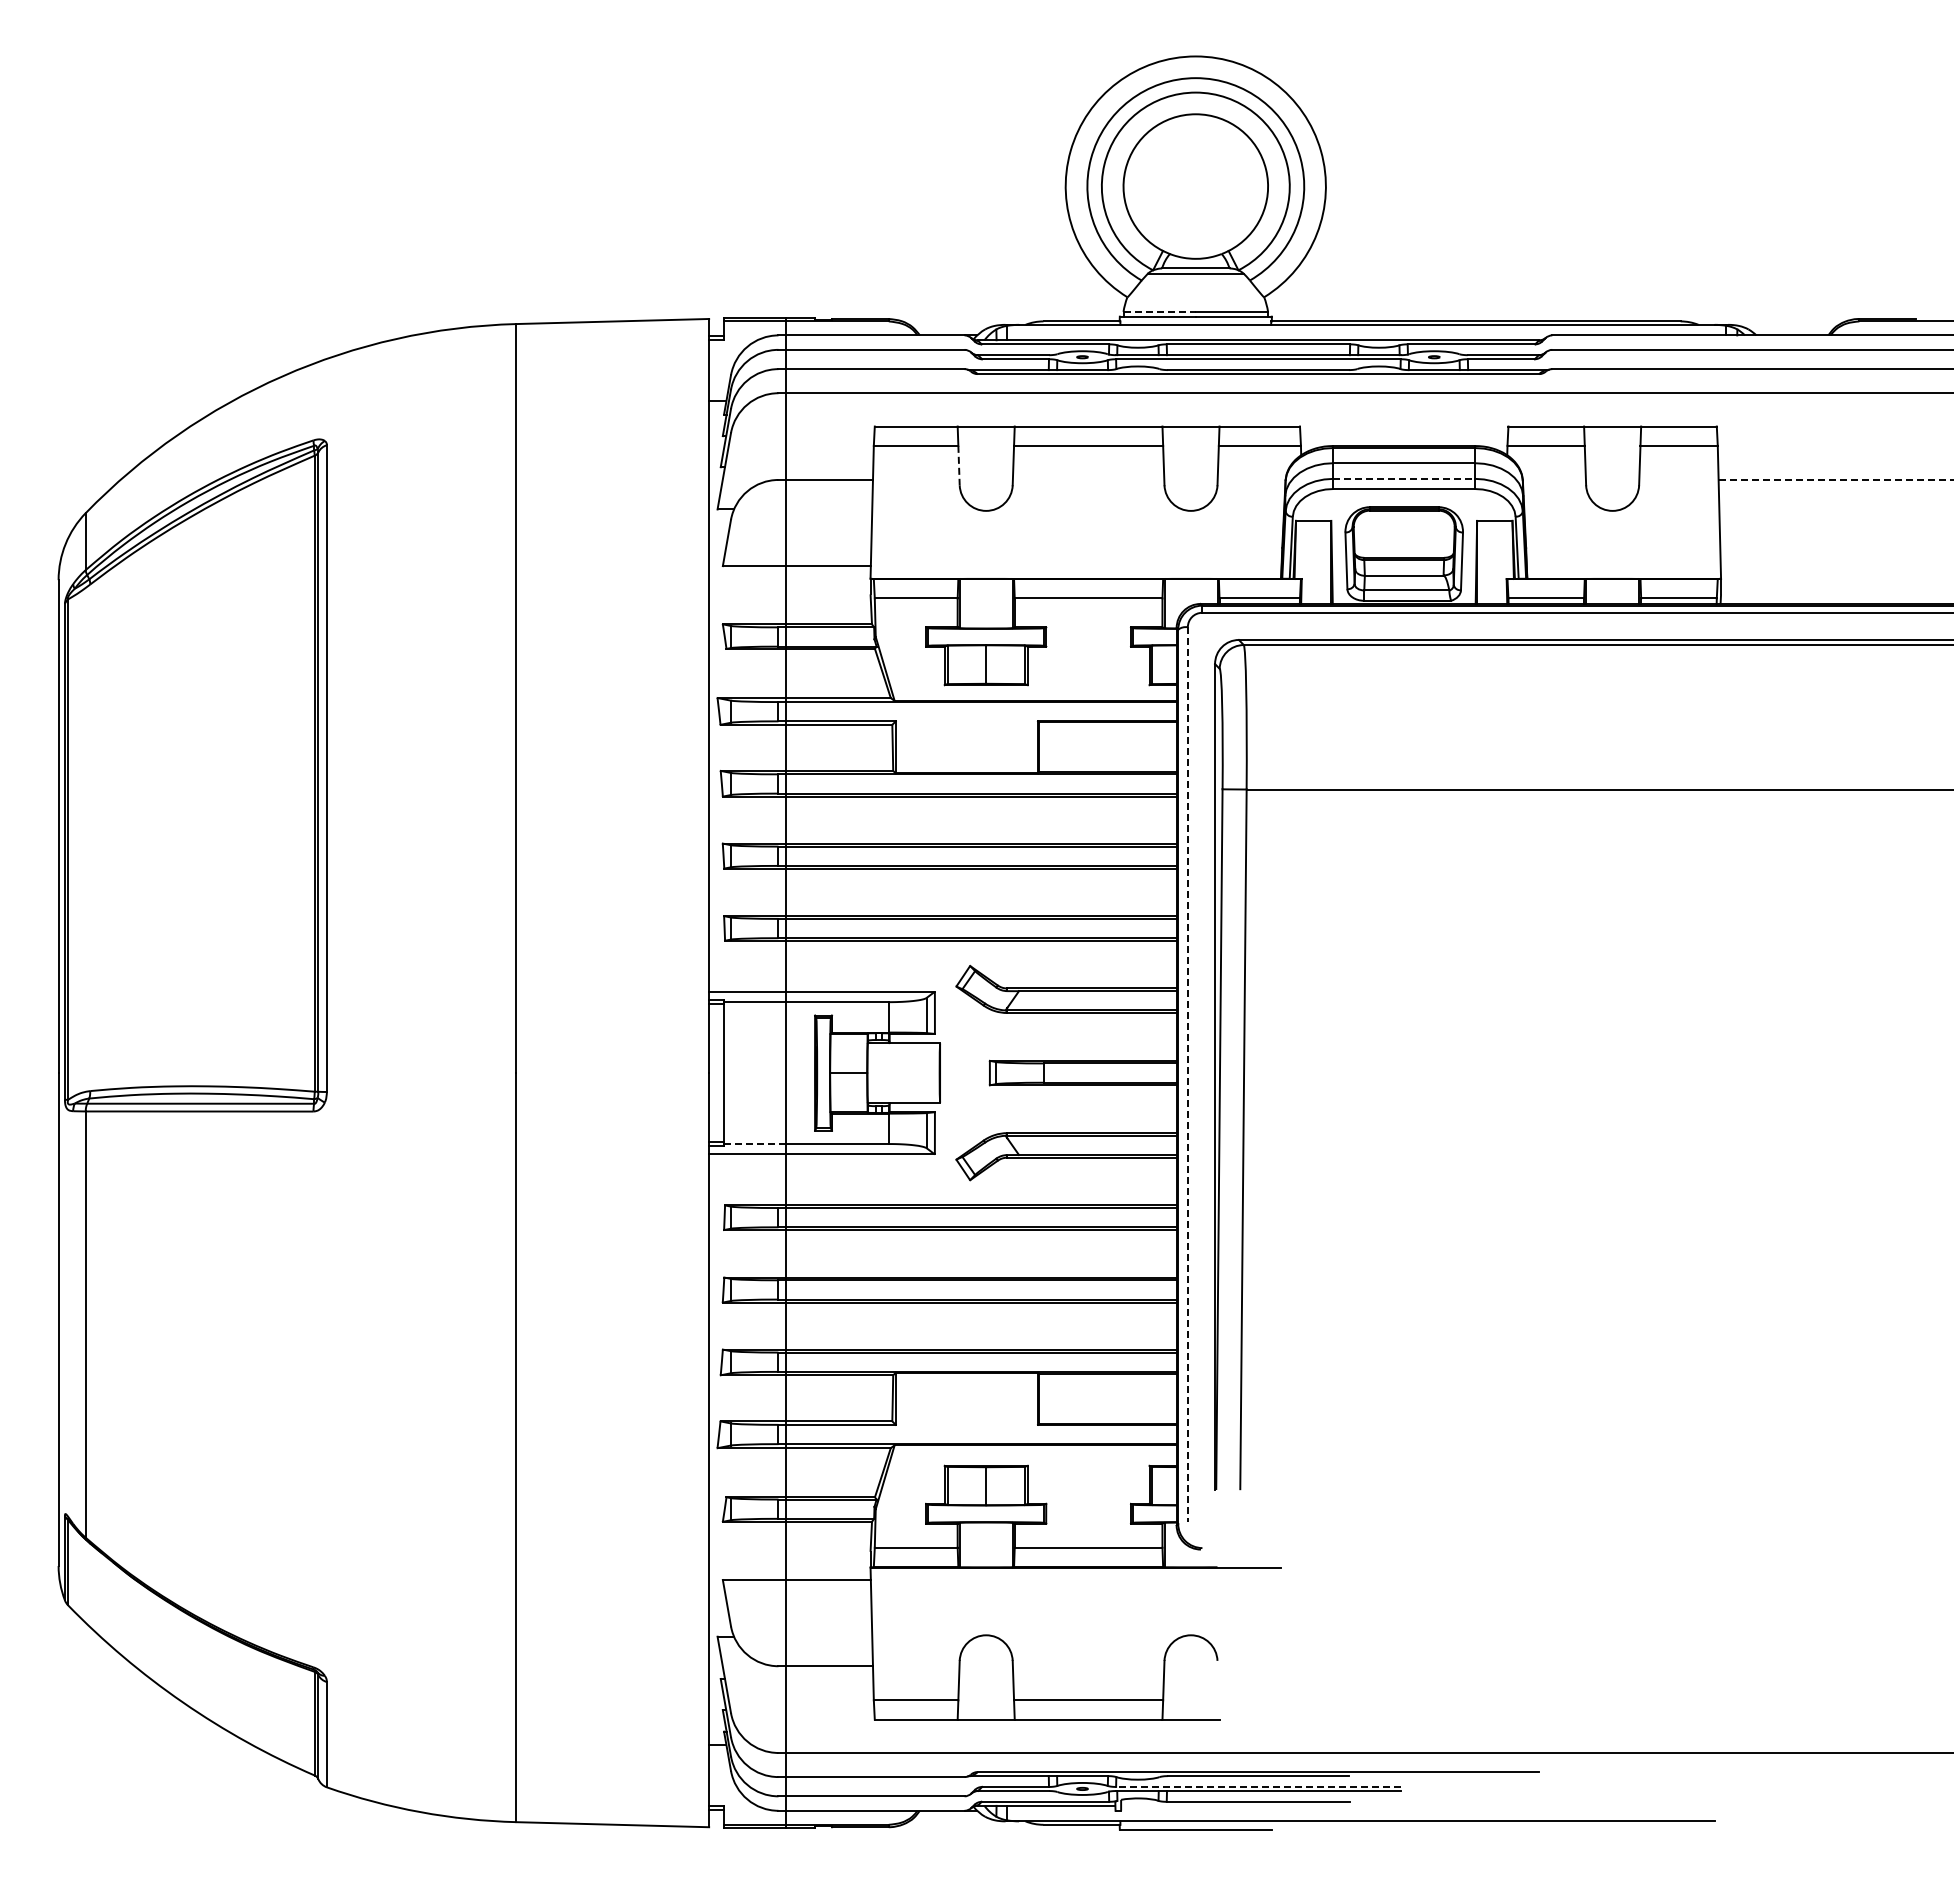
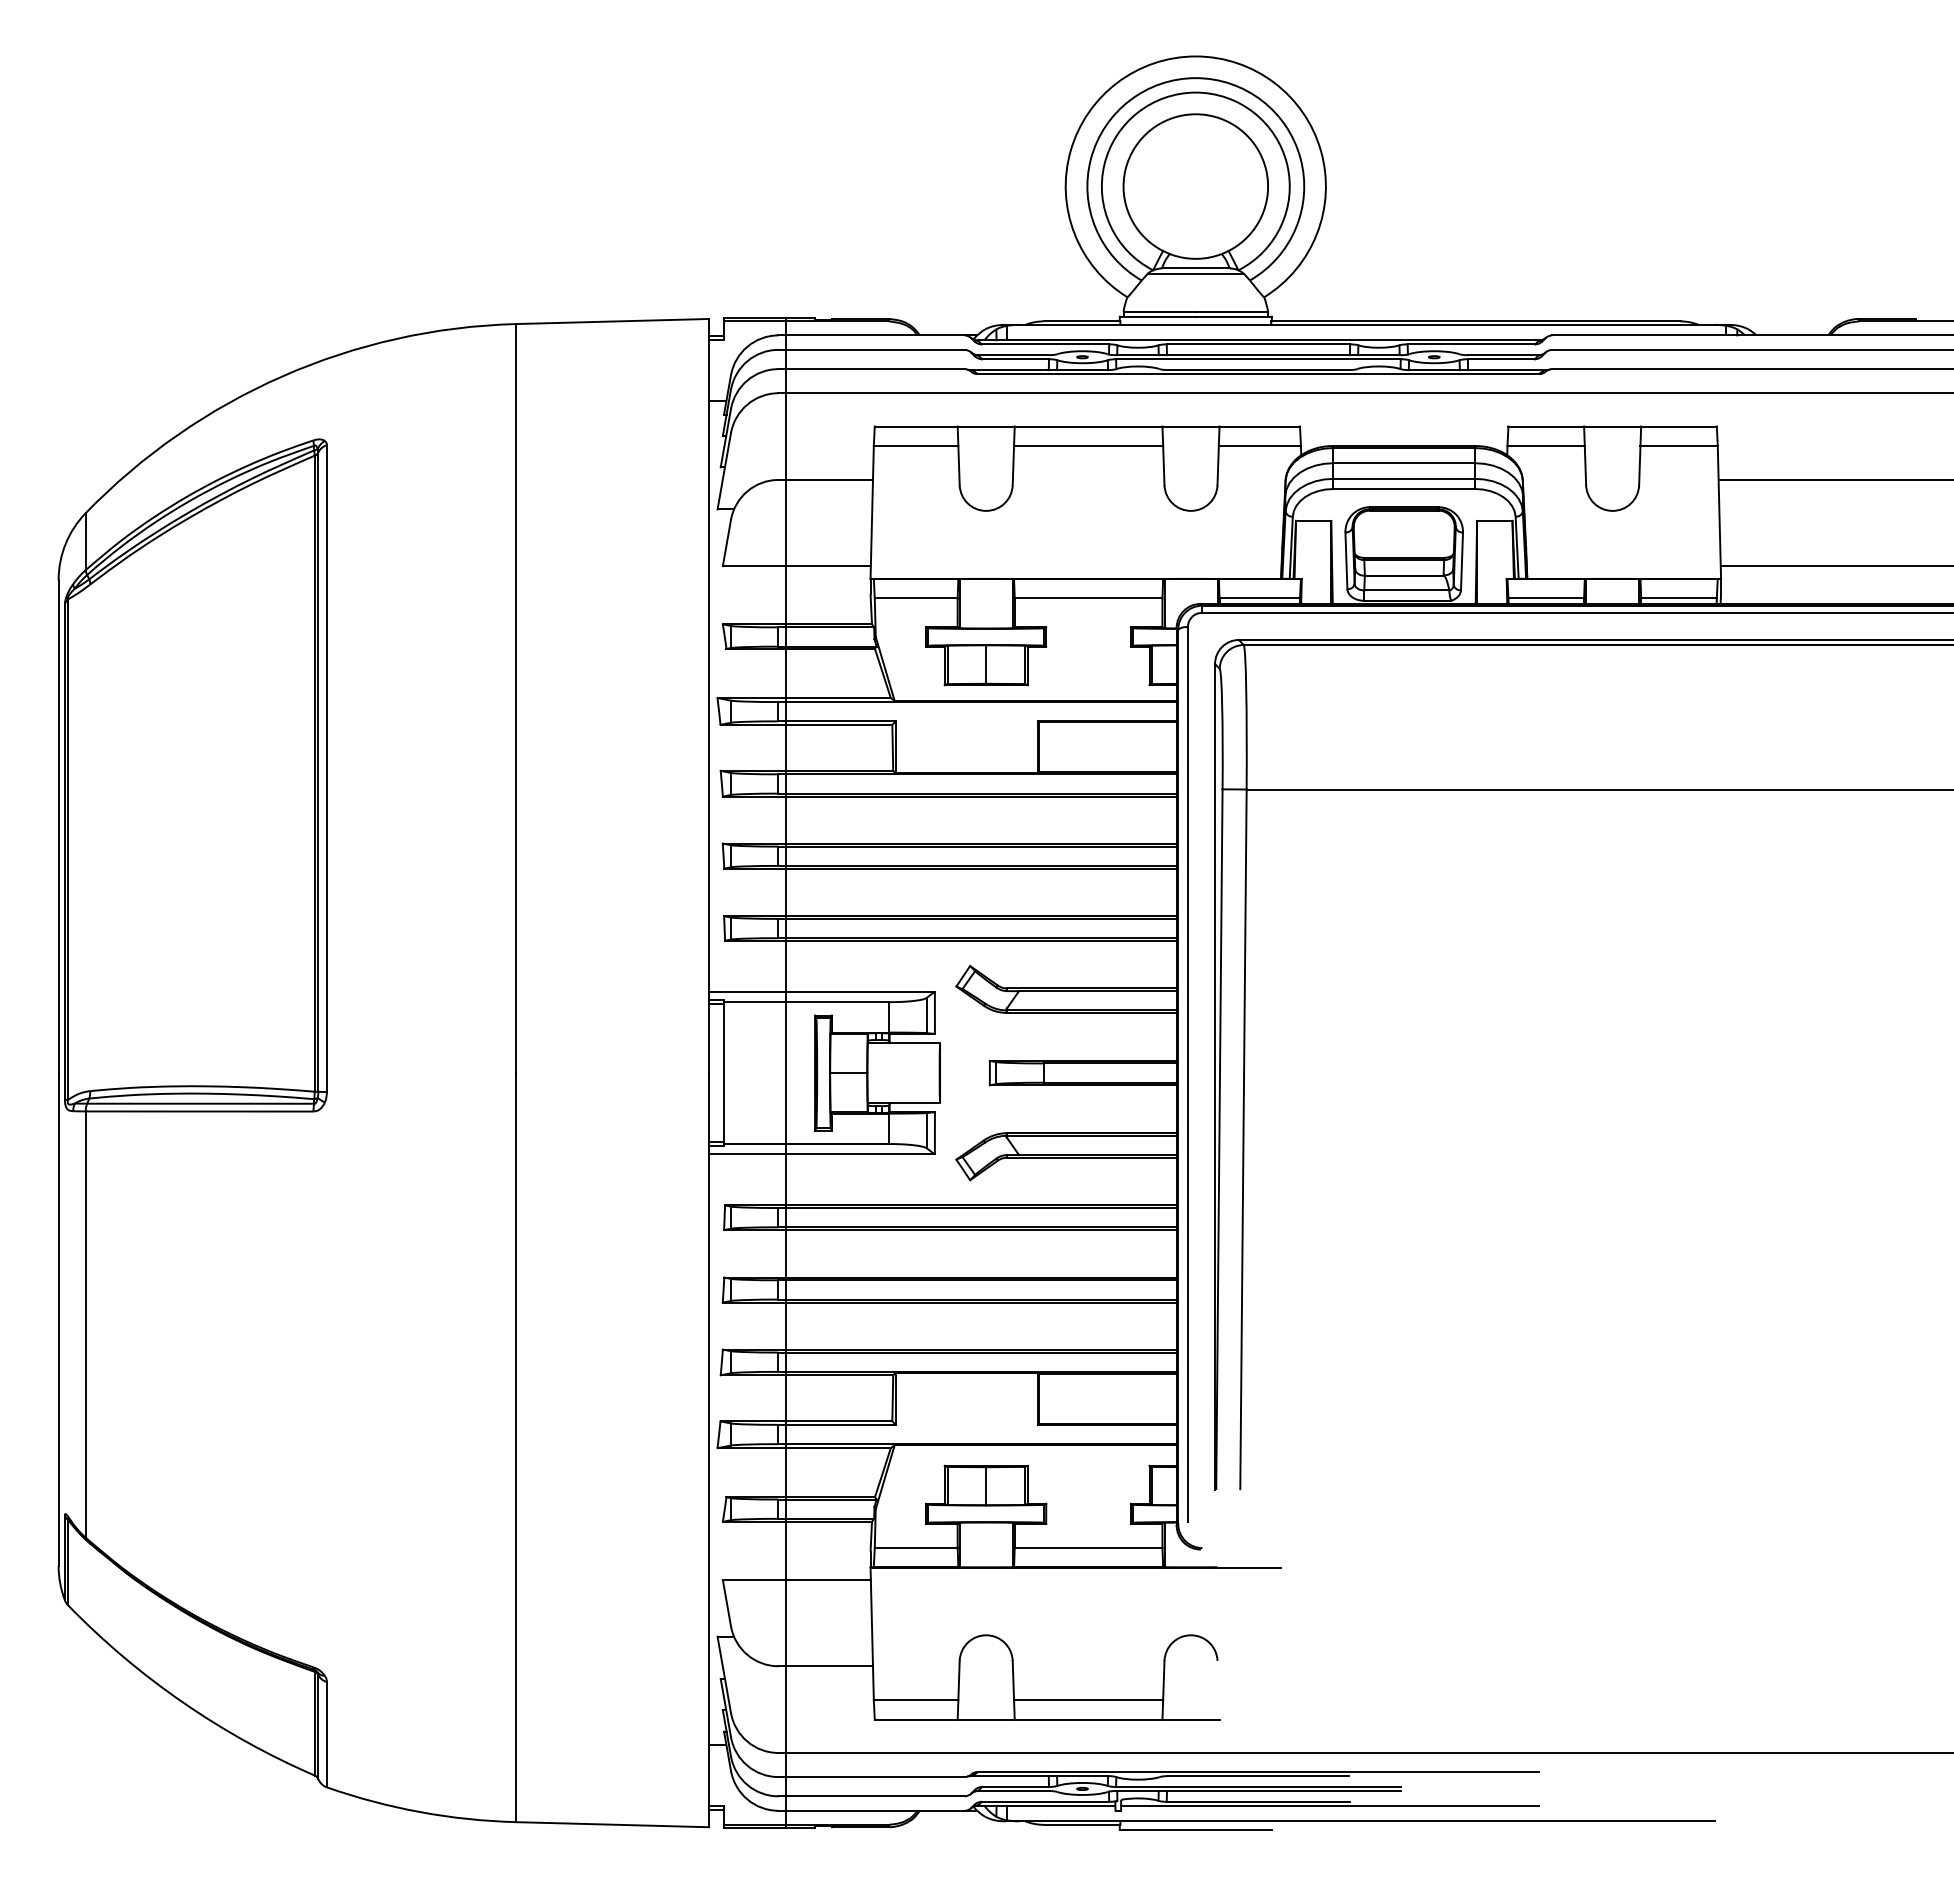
line at (1160, 311): dashed -> solid
line at (959, 465): dashed -> solid
line at (1404, 478): dashed -> solid
line at (1836, 479): dashed -> solid
line at (1835, 566): none -> present
line at (1187, 1074): dashed -> solid
line at (754, 1144): dashed -> solid
line at (1257, 1786): dashed -> solid
line at (1330, 1805): none -> present
